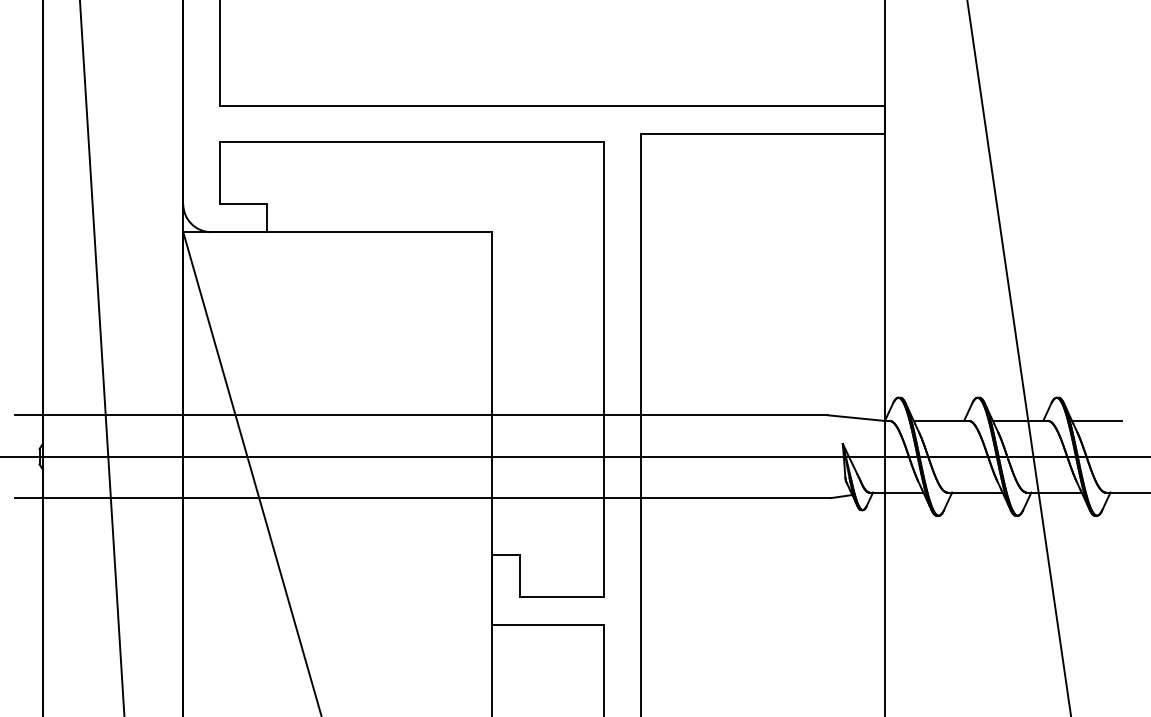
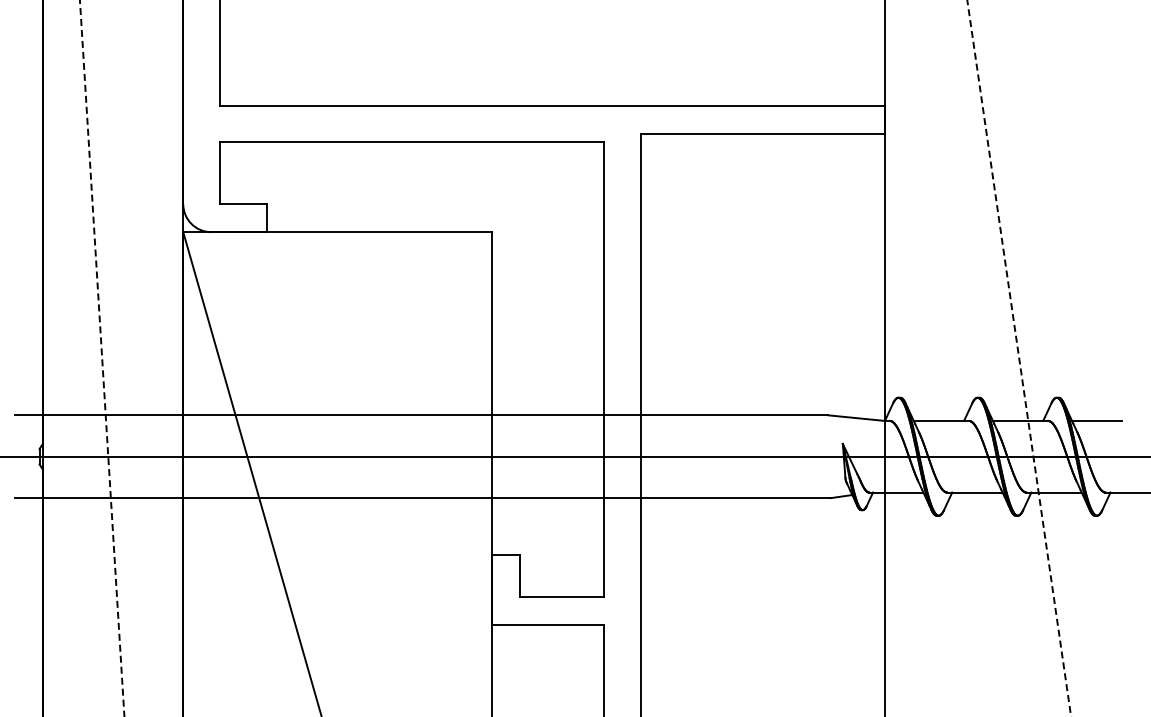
line at (1019, 358): solid -> dashed
line at (102, 359): solid -> dashed
